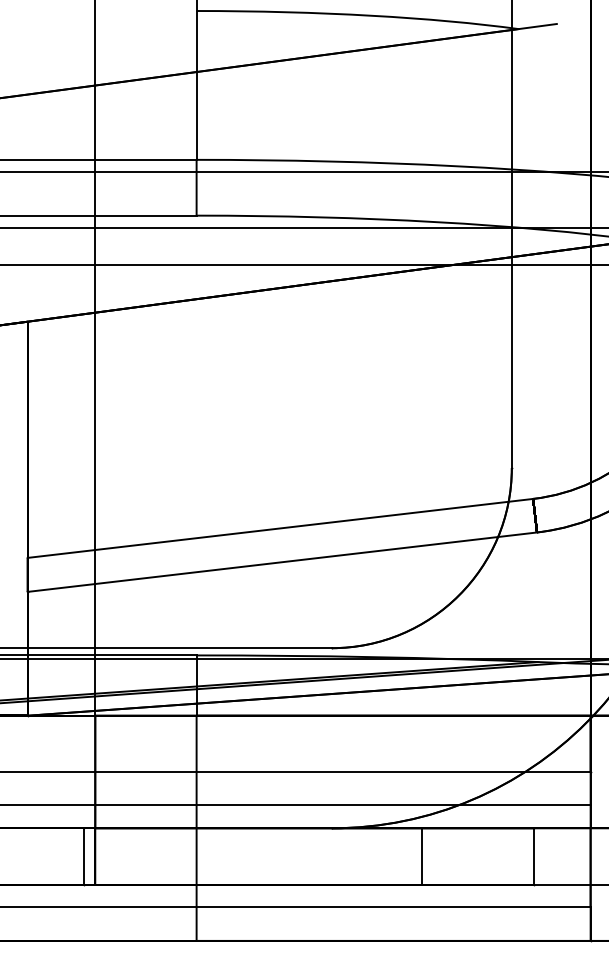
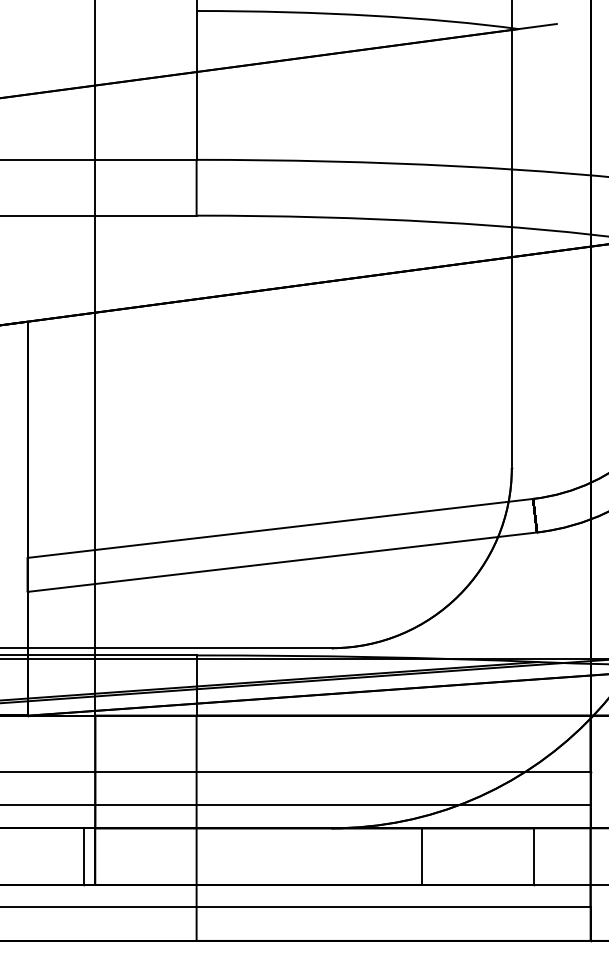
line at (303, 171): present -> none
line at (303, 227): present -> none
line at (303, 265): present -> none
